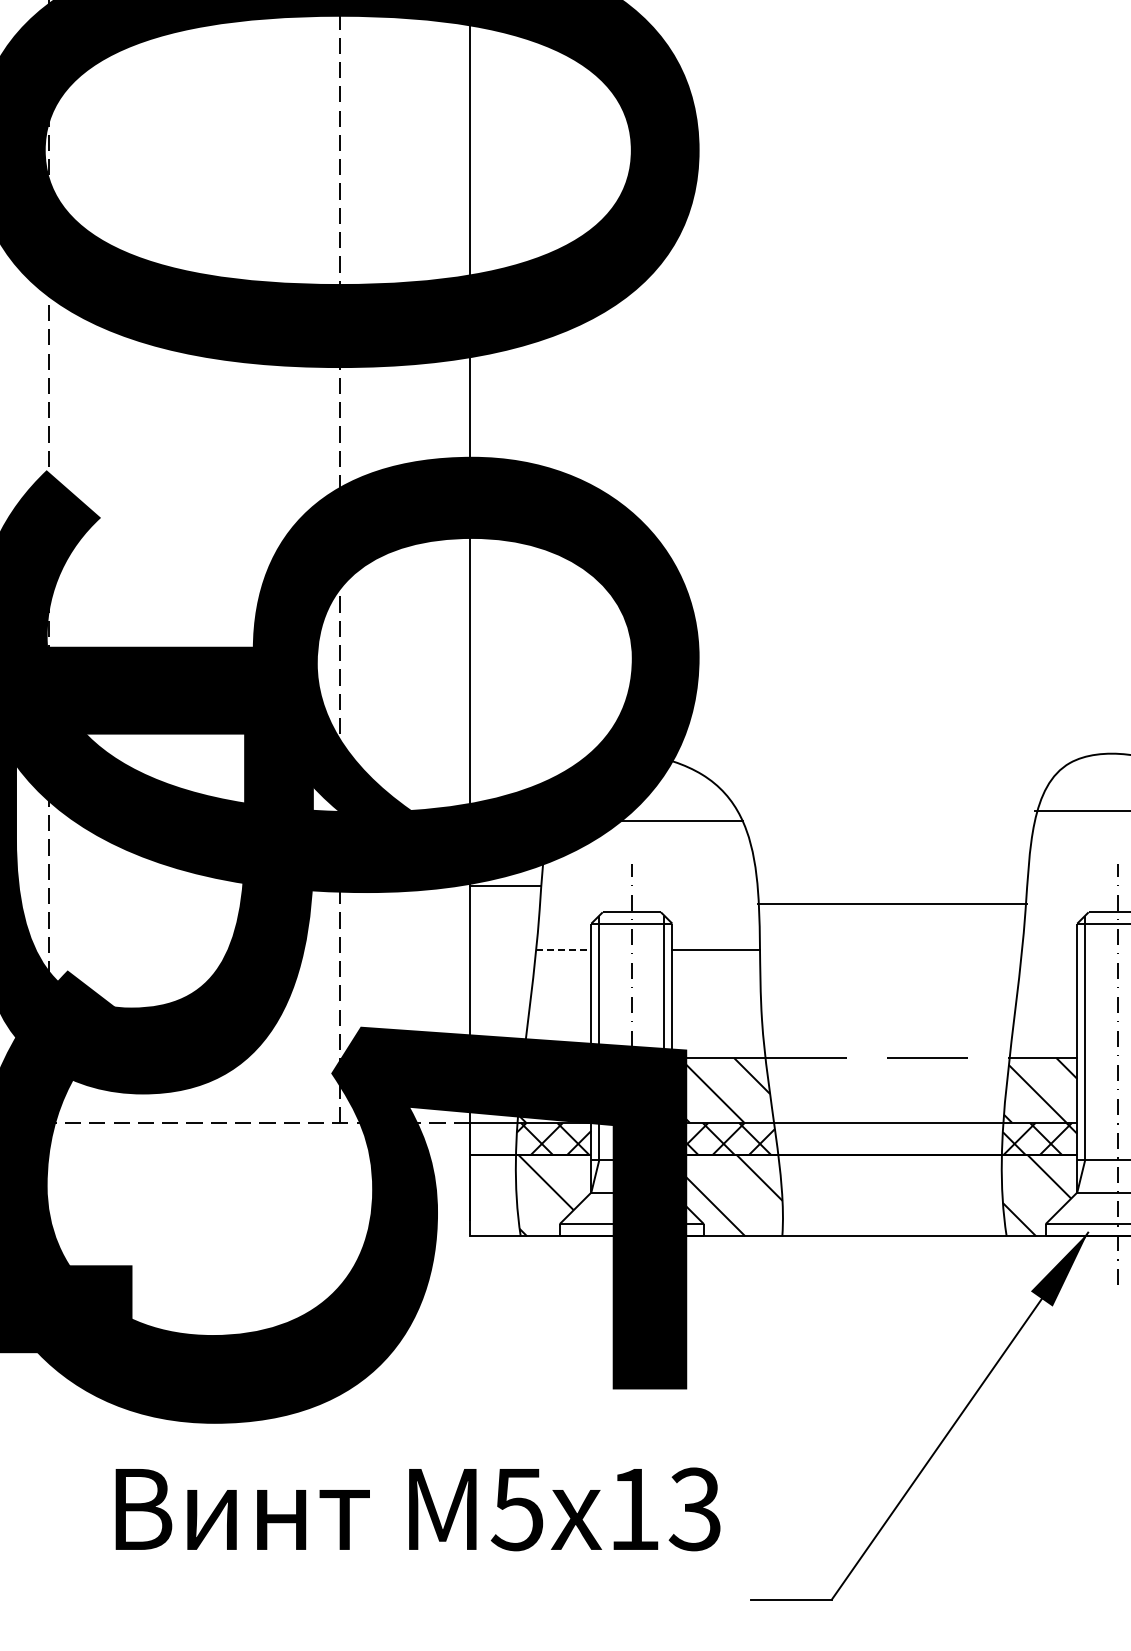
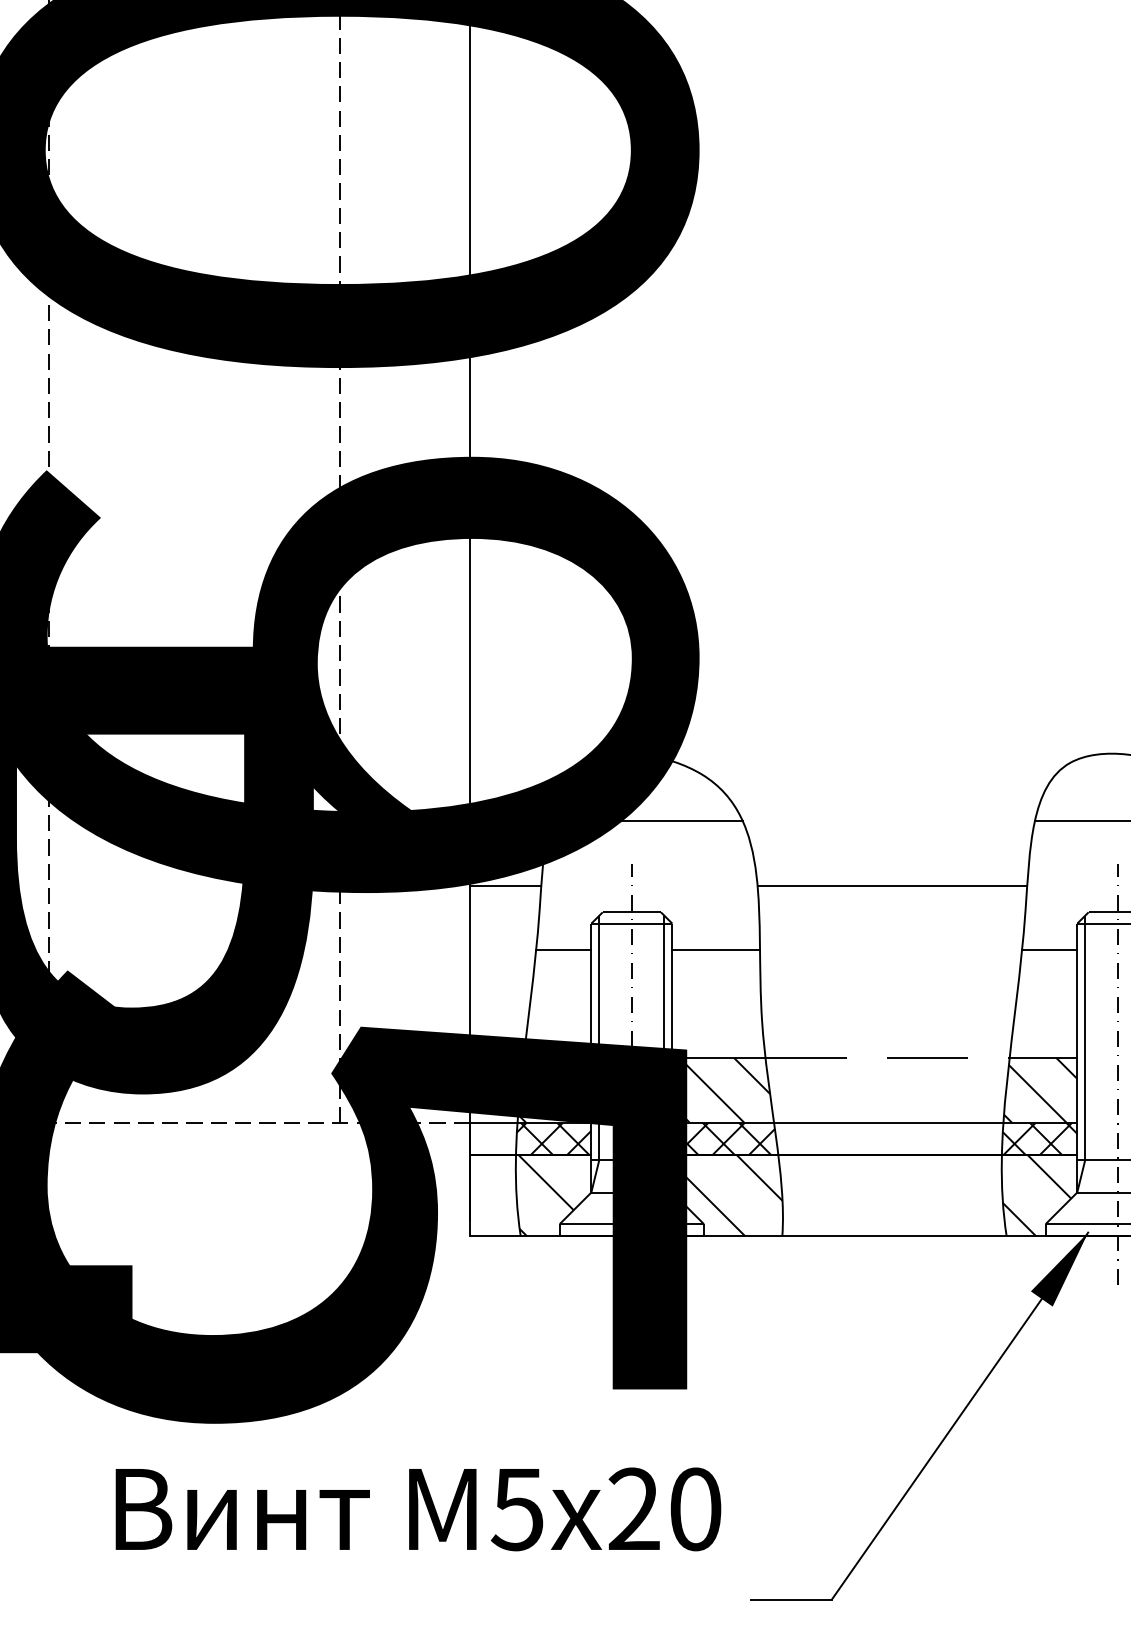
line at (1080, 810) position: (1080, 810) -> (1080, 820)
line at (892, 903) position: (892, 903) -> (892, 885)
line at (563, 950): dashed -> solid
line at (1049, 950): none -> present
text at (664, 1509): 13 -> 20
